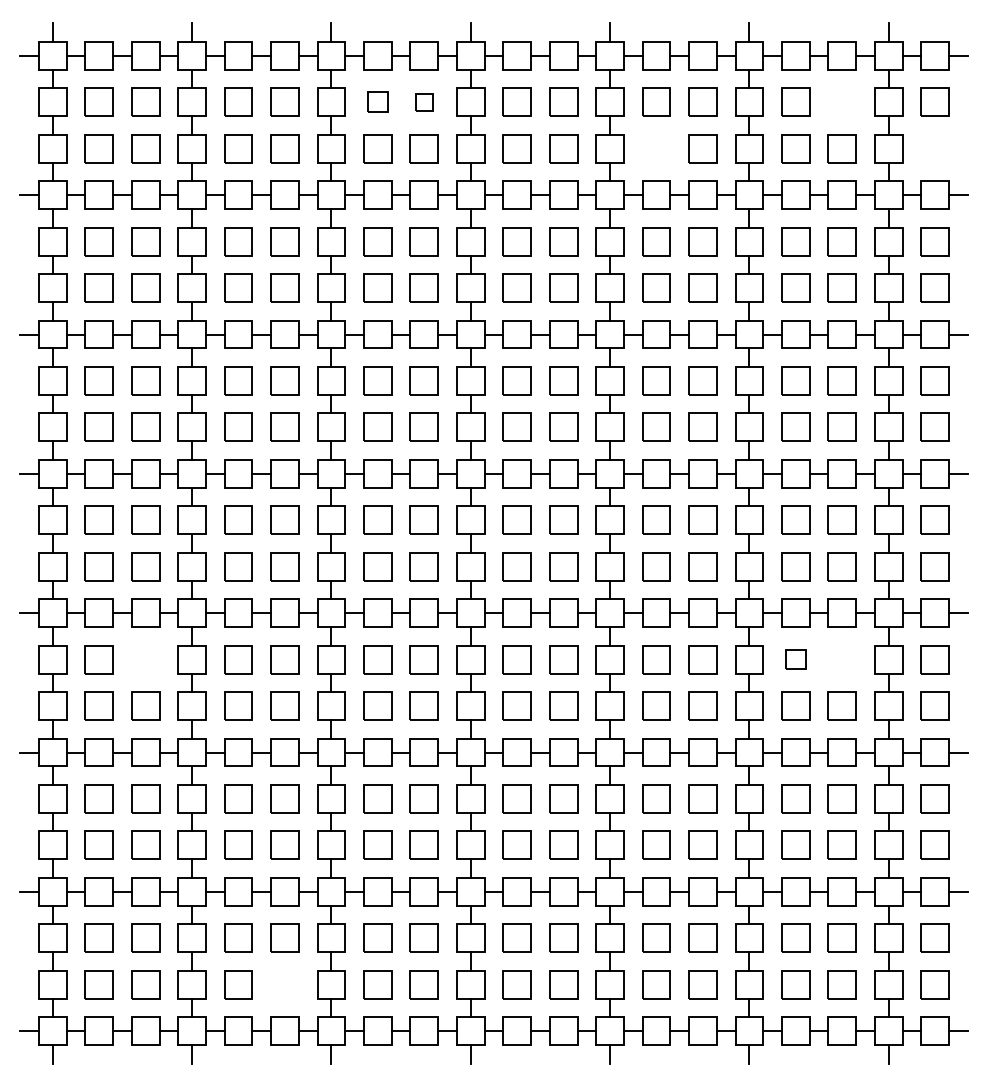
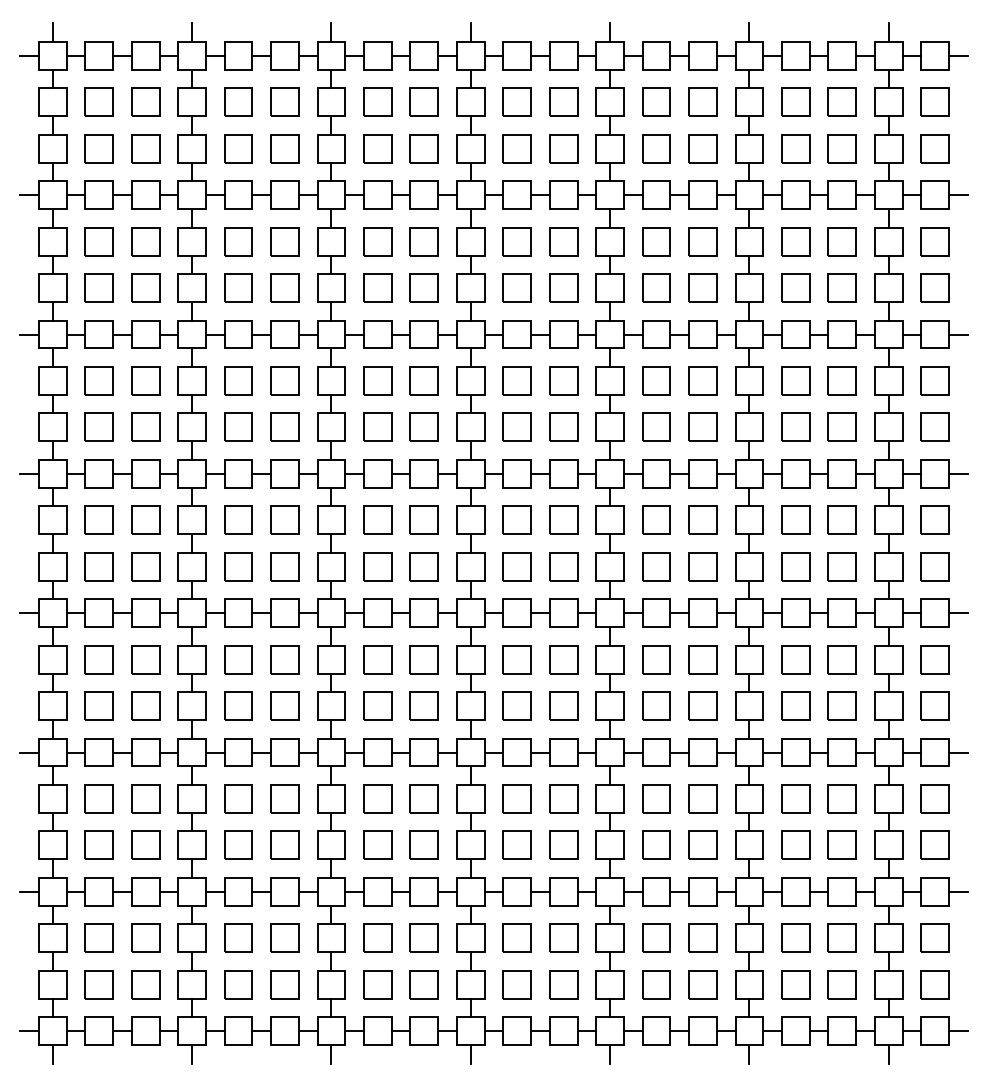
part at (377, 101) size: 22x22 px -> 30x30 px
part at (841, 101): none -> present
part at (424, 102) size: 19x19 px -> 30x30 px
part at (656, 148): none -> present
part at (934, 148): none -> present
part at (145, 659): none -> present
part at (795, 659) size: 22x21 px -> 30x30 px
part at (841, 659): none -> present
part at (284, 984): none -> present
